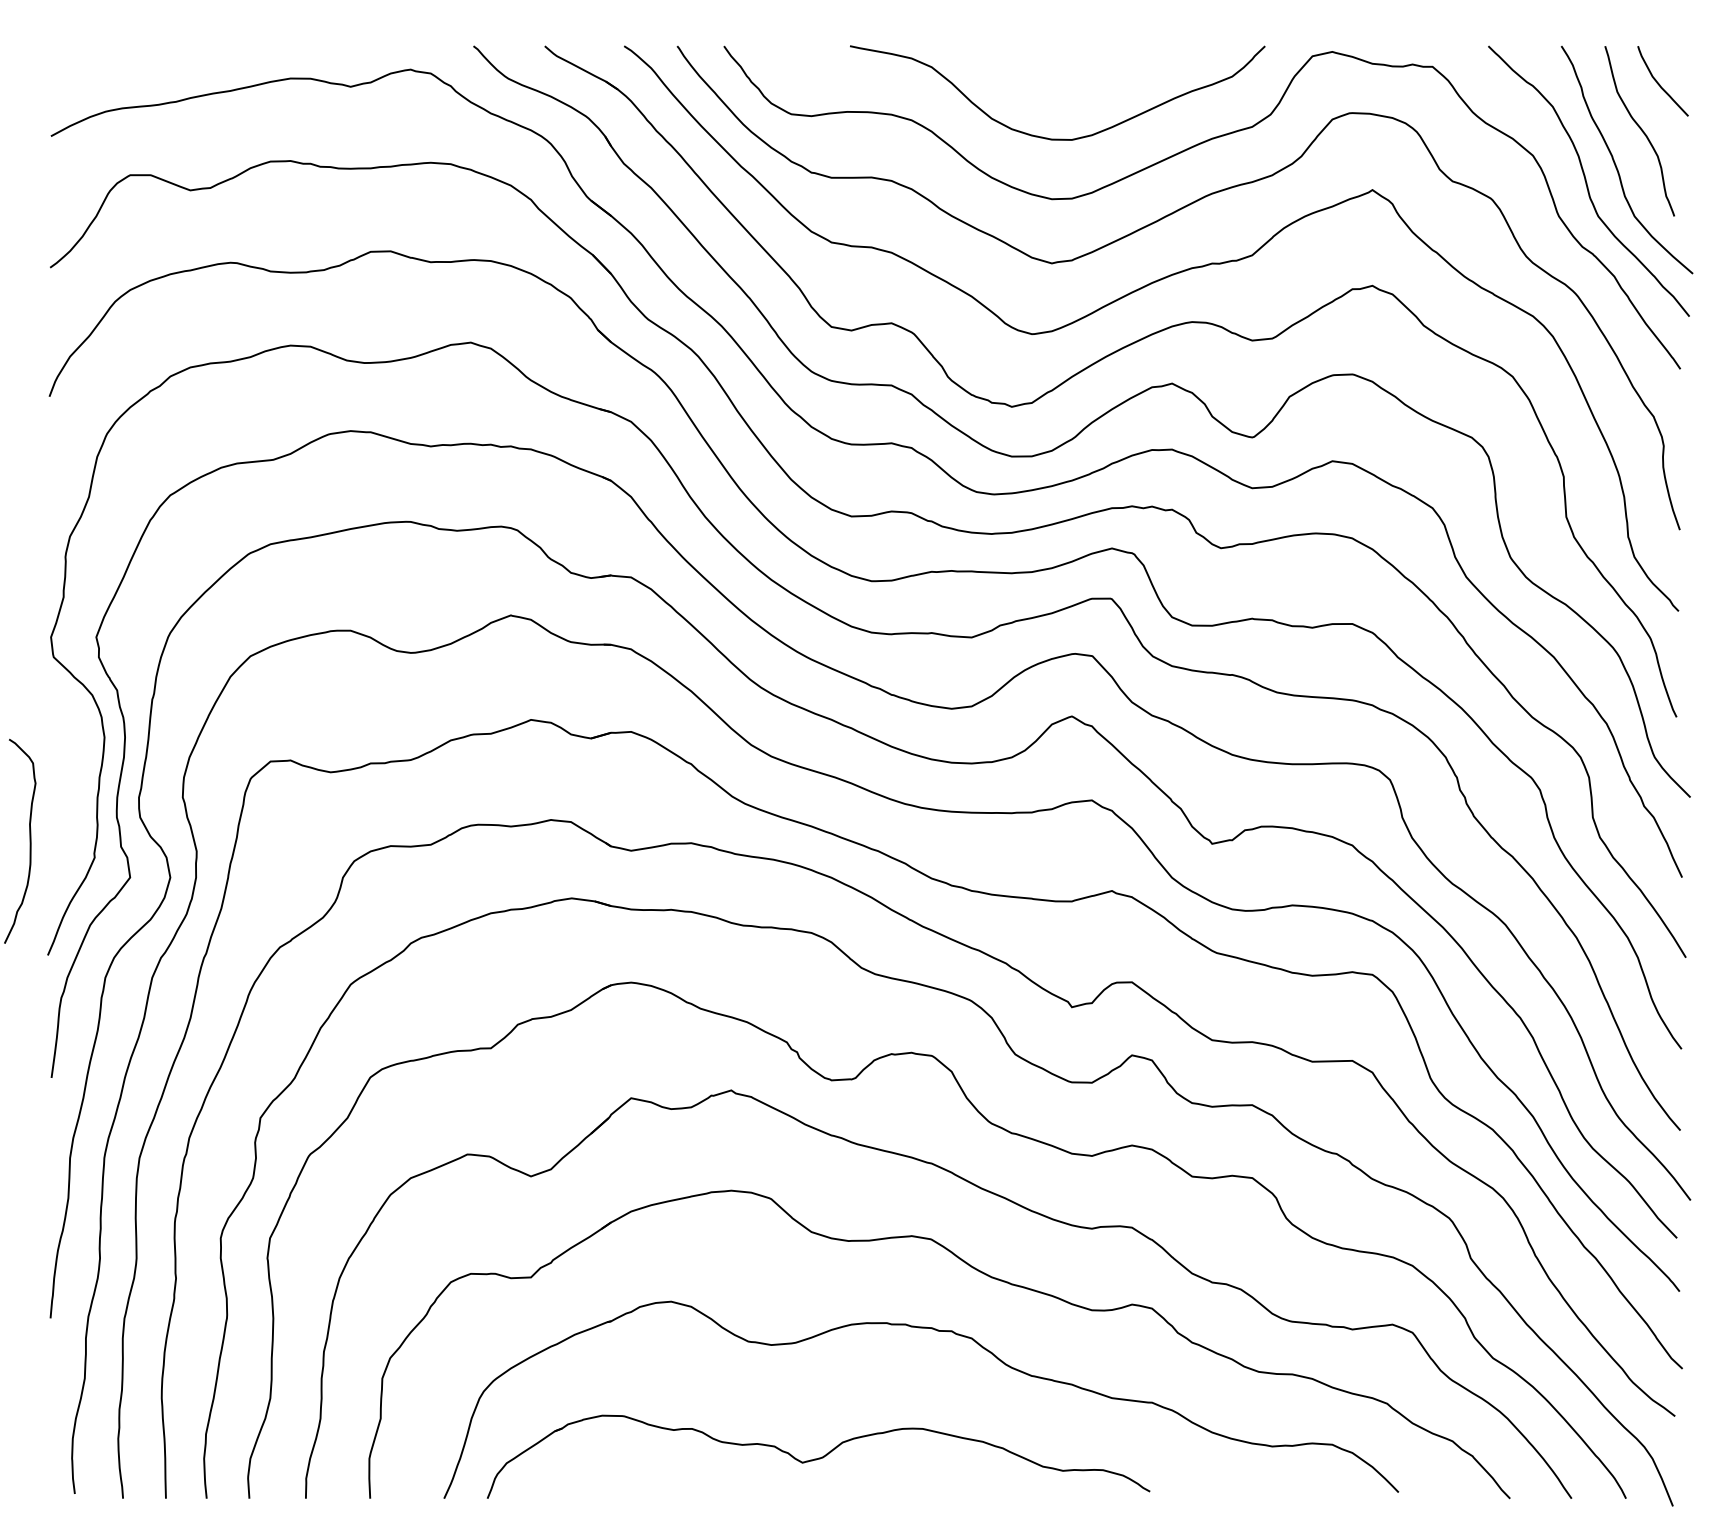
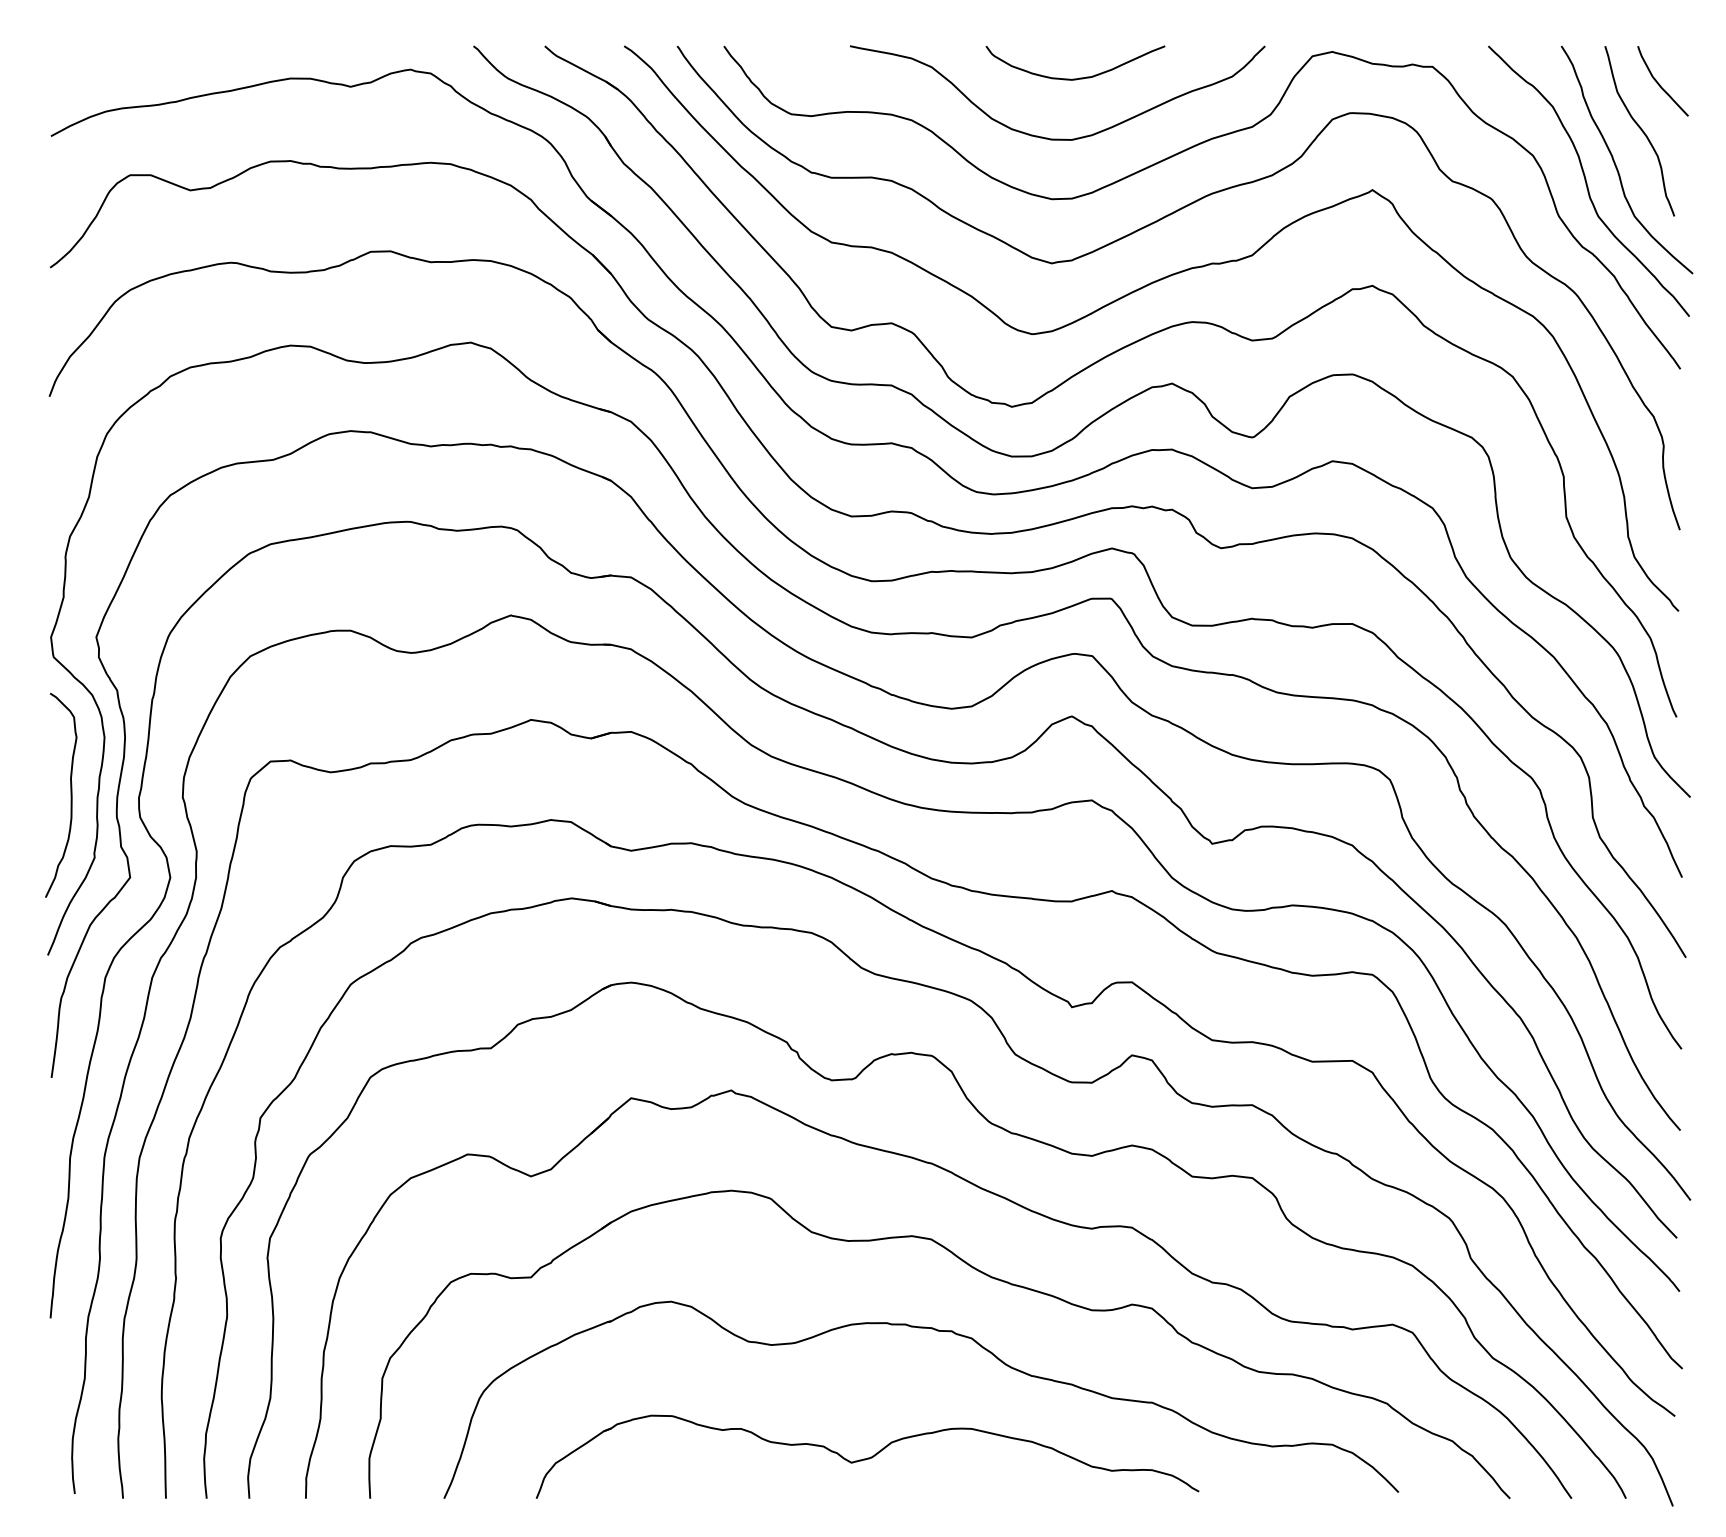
curve at (1079, 77): none -> present
curve at (29, 840) position: (29, 840) -> (70, 794)
part at (818, 1456) position: (818, 1456) -> (867, 1456)
